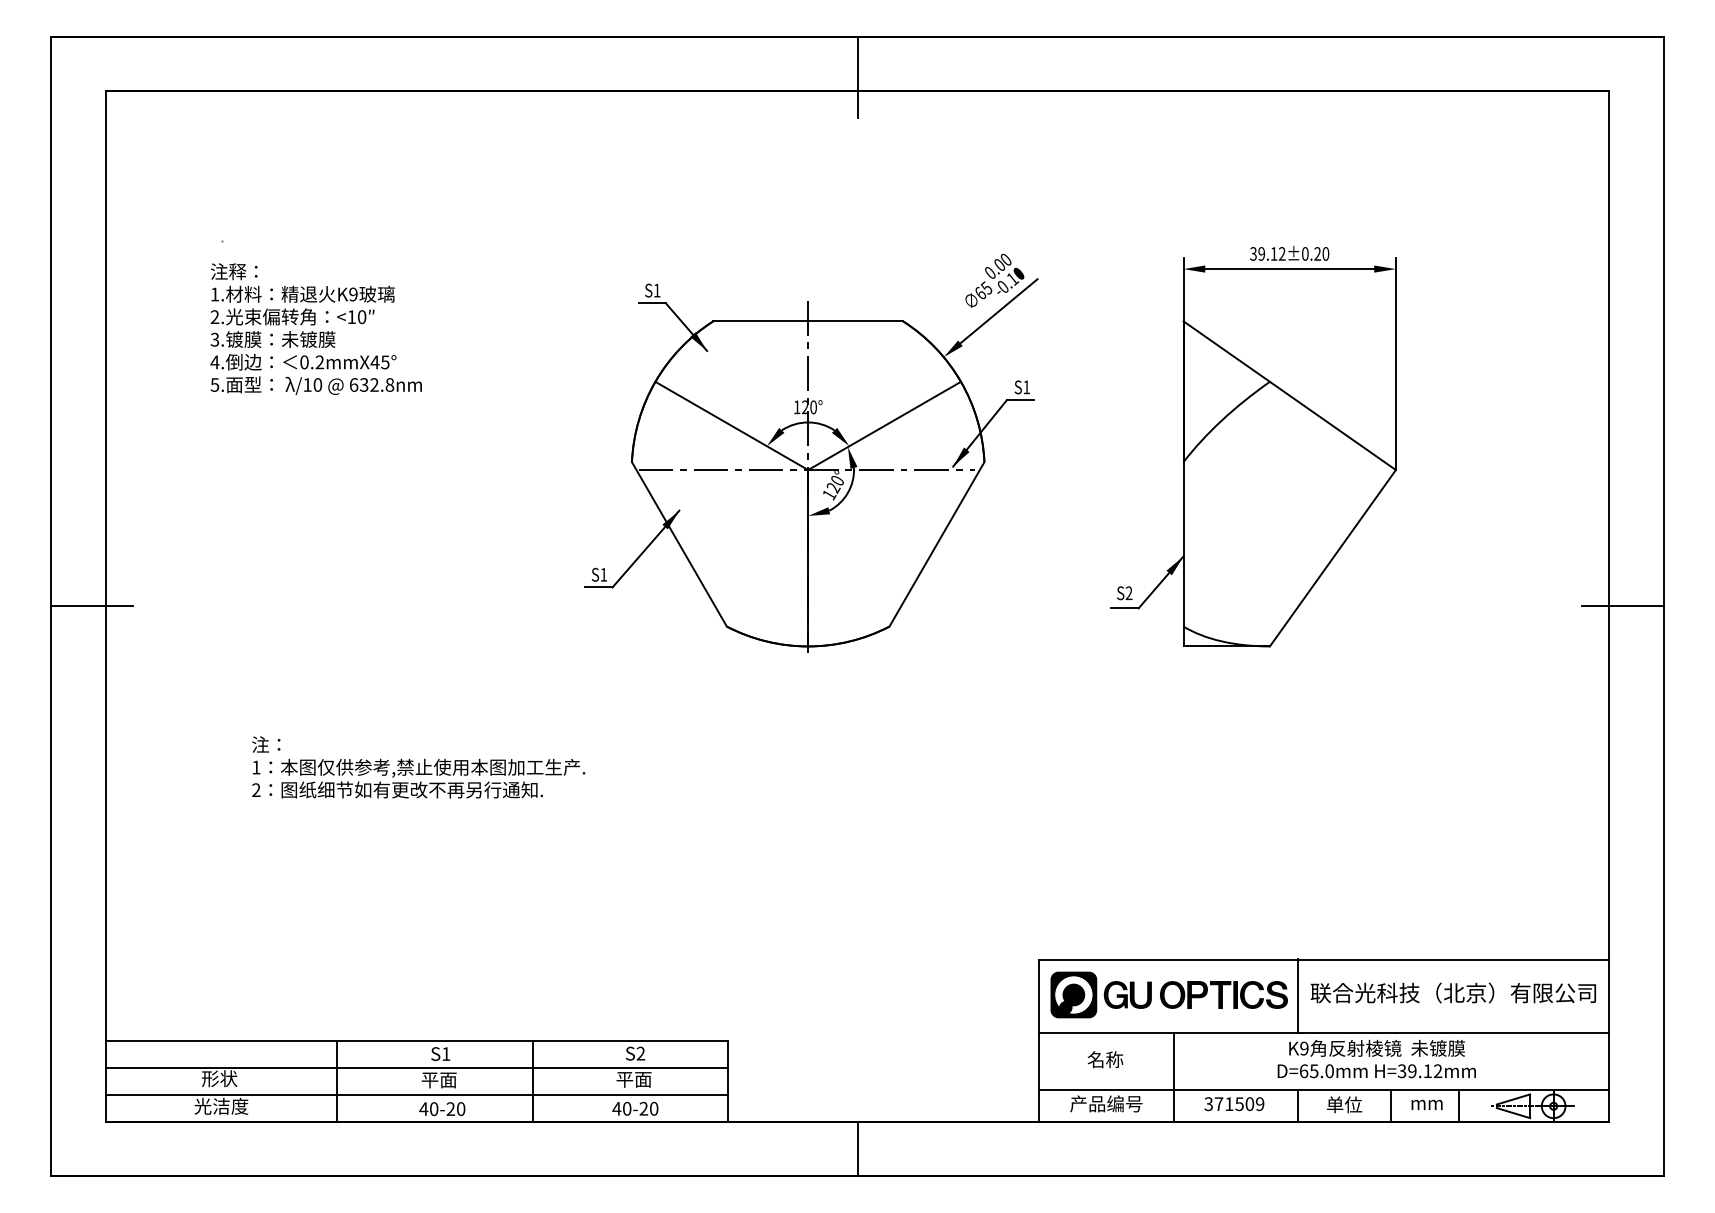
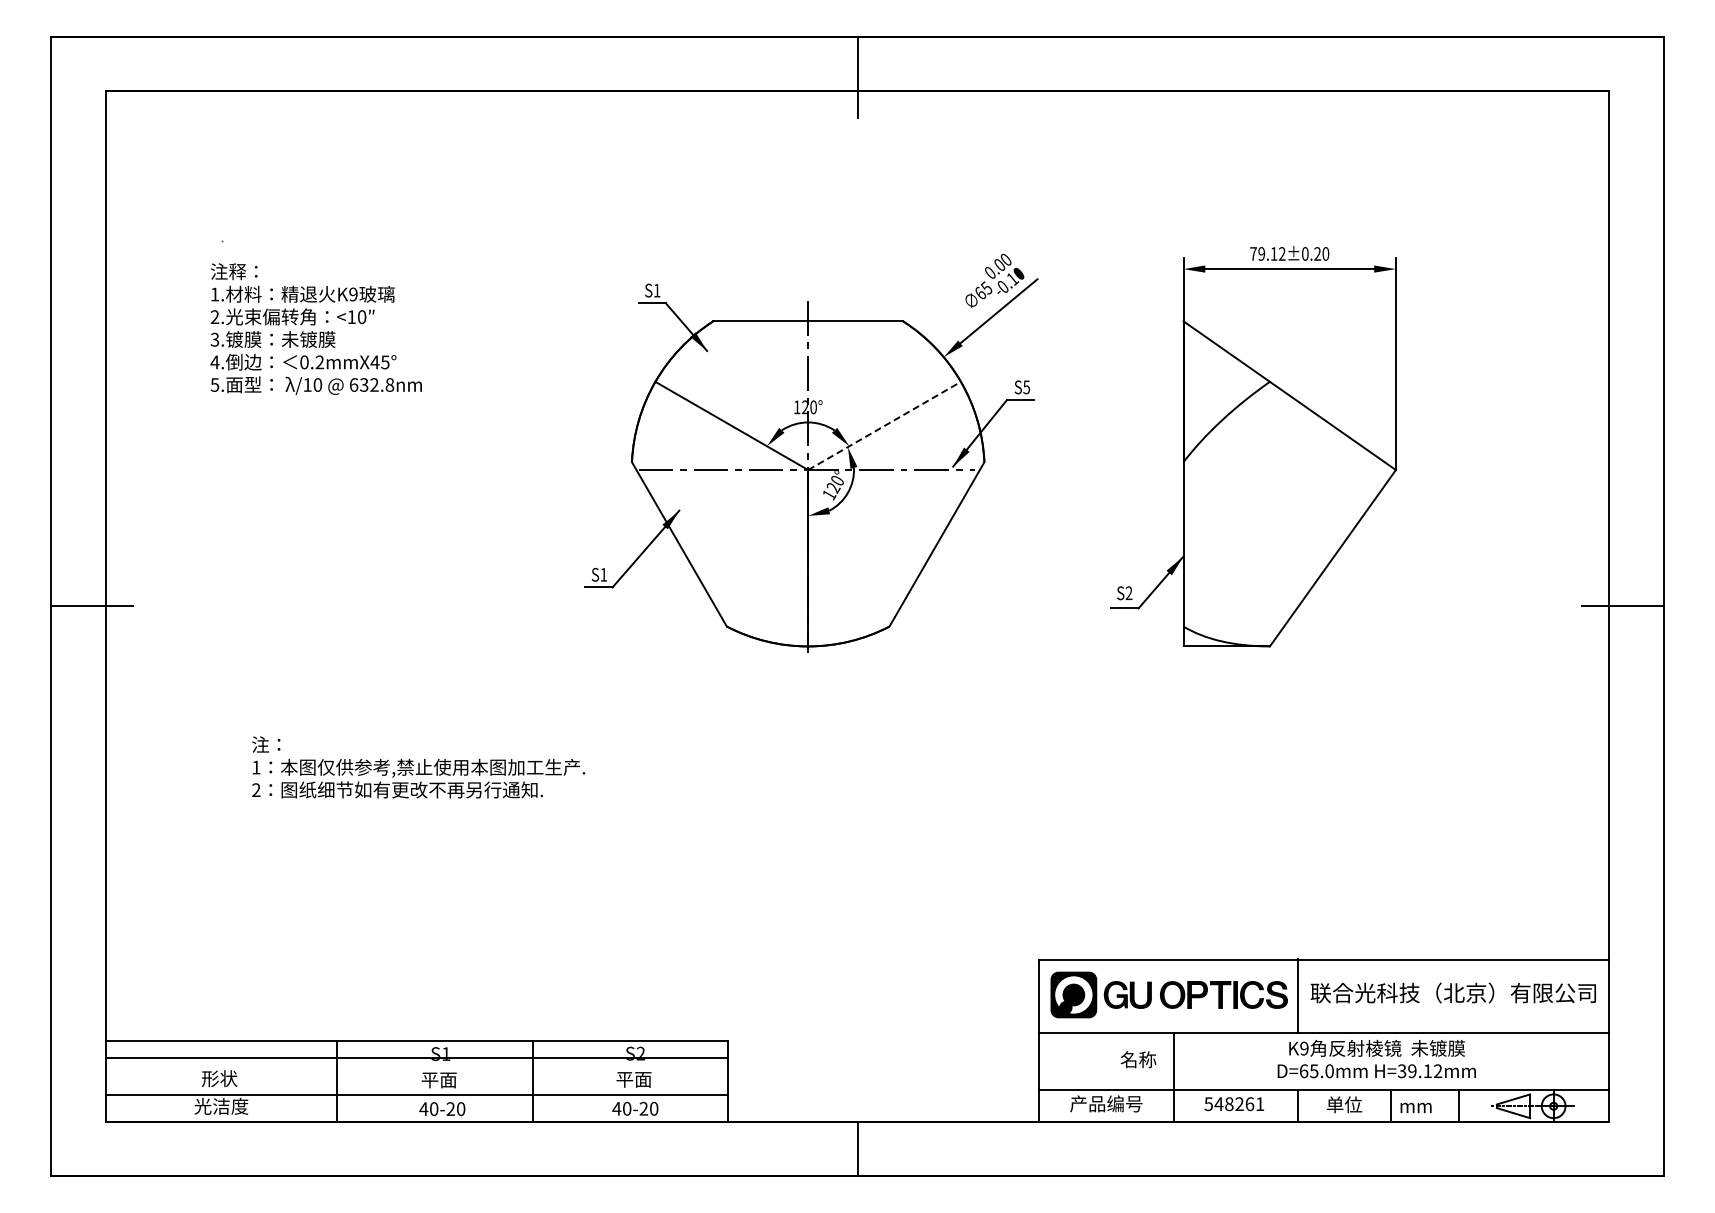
text at (1253, 253): 39.12±0.20 -> 79.12±0.20
text at (1026, 387): S1 -> S5
line at (885, 425): solid -> dashed
text at (1105, 1059) position: (1105, 1059) -> (1138, 1059)
line at (416, 1067) position: (416, 1067) -> (416, 1057)
text at (1234, 1104): 371509 -> 548261
text at (1426, 1104) position: (1426, 1104) -> (1415, 1107)
